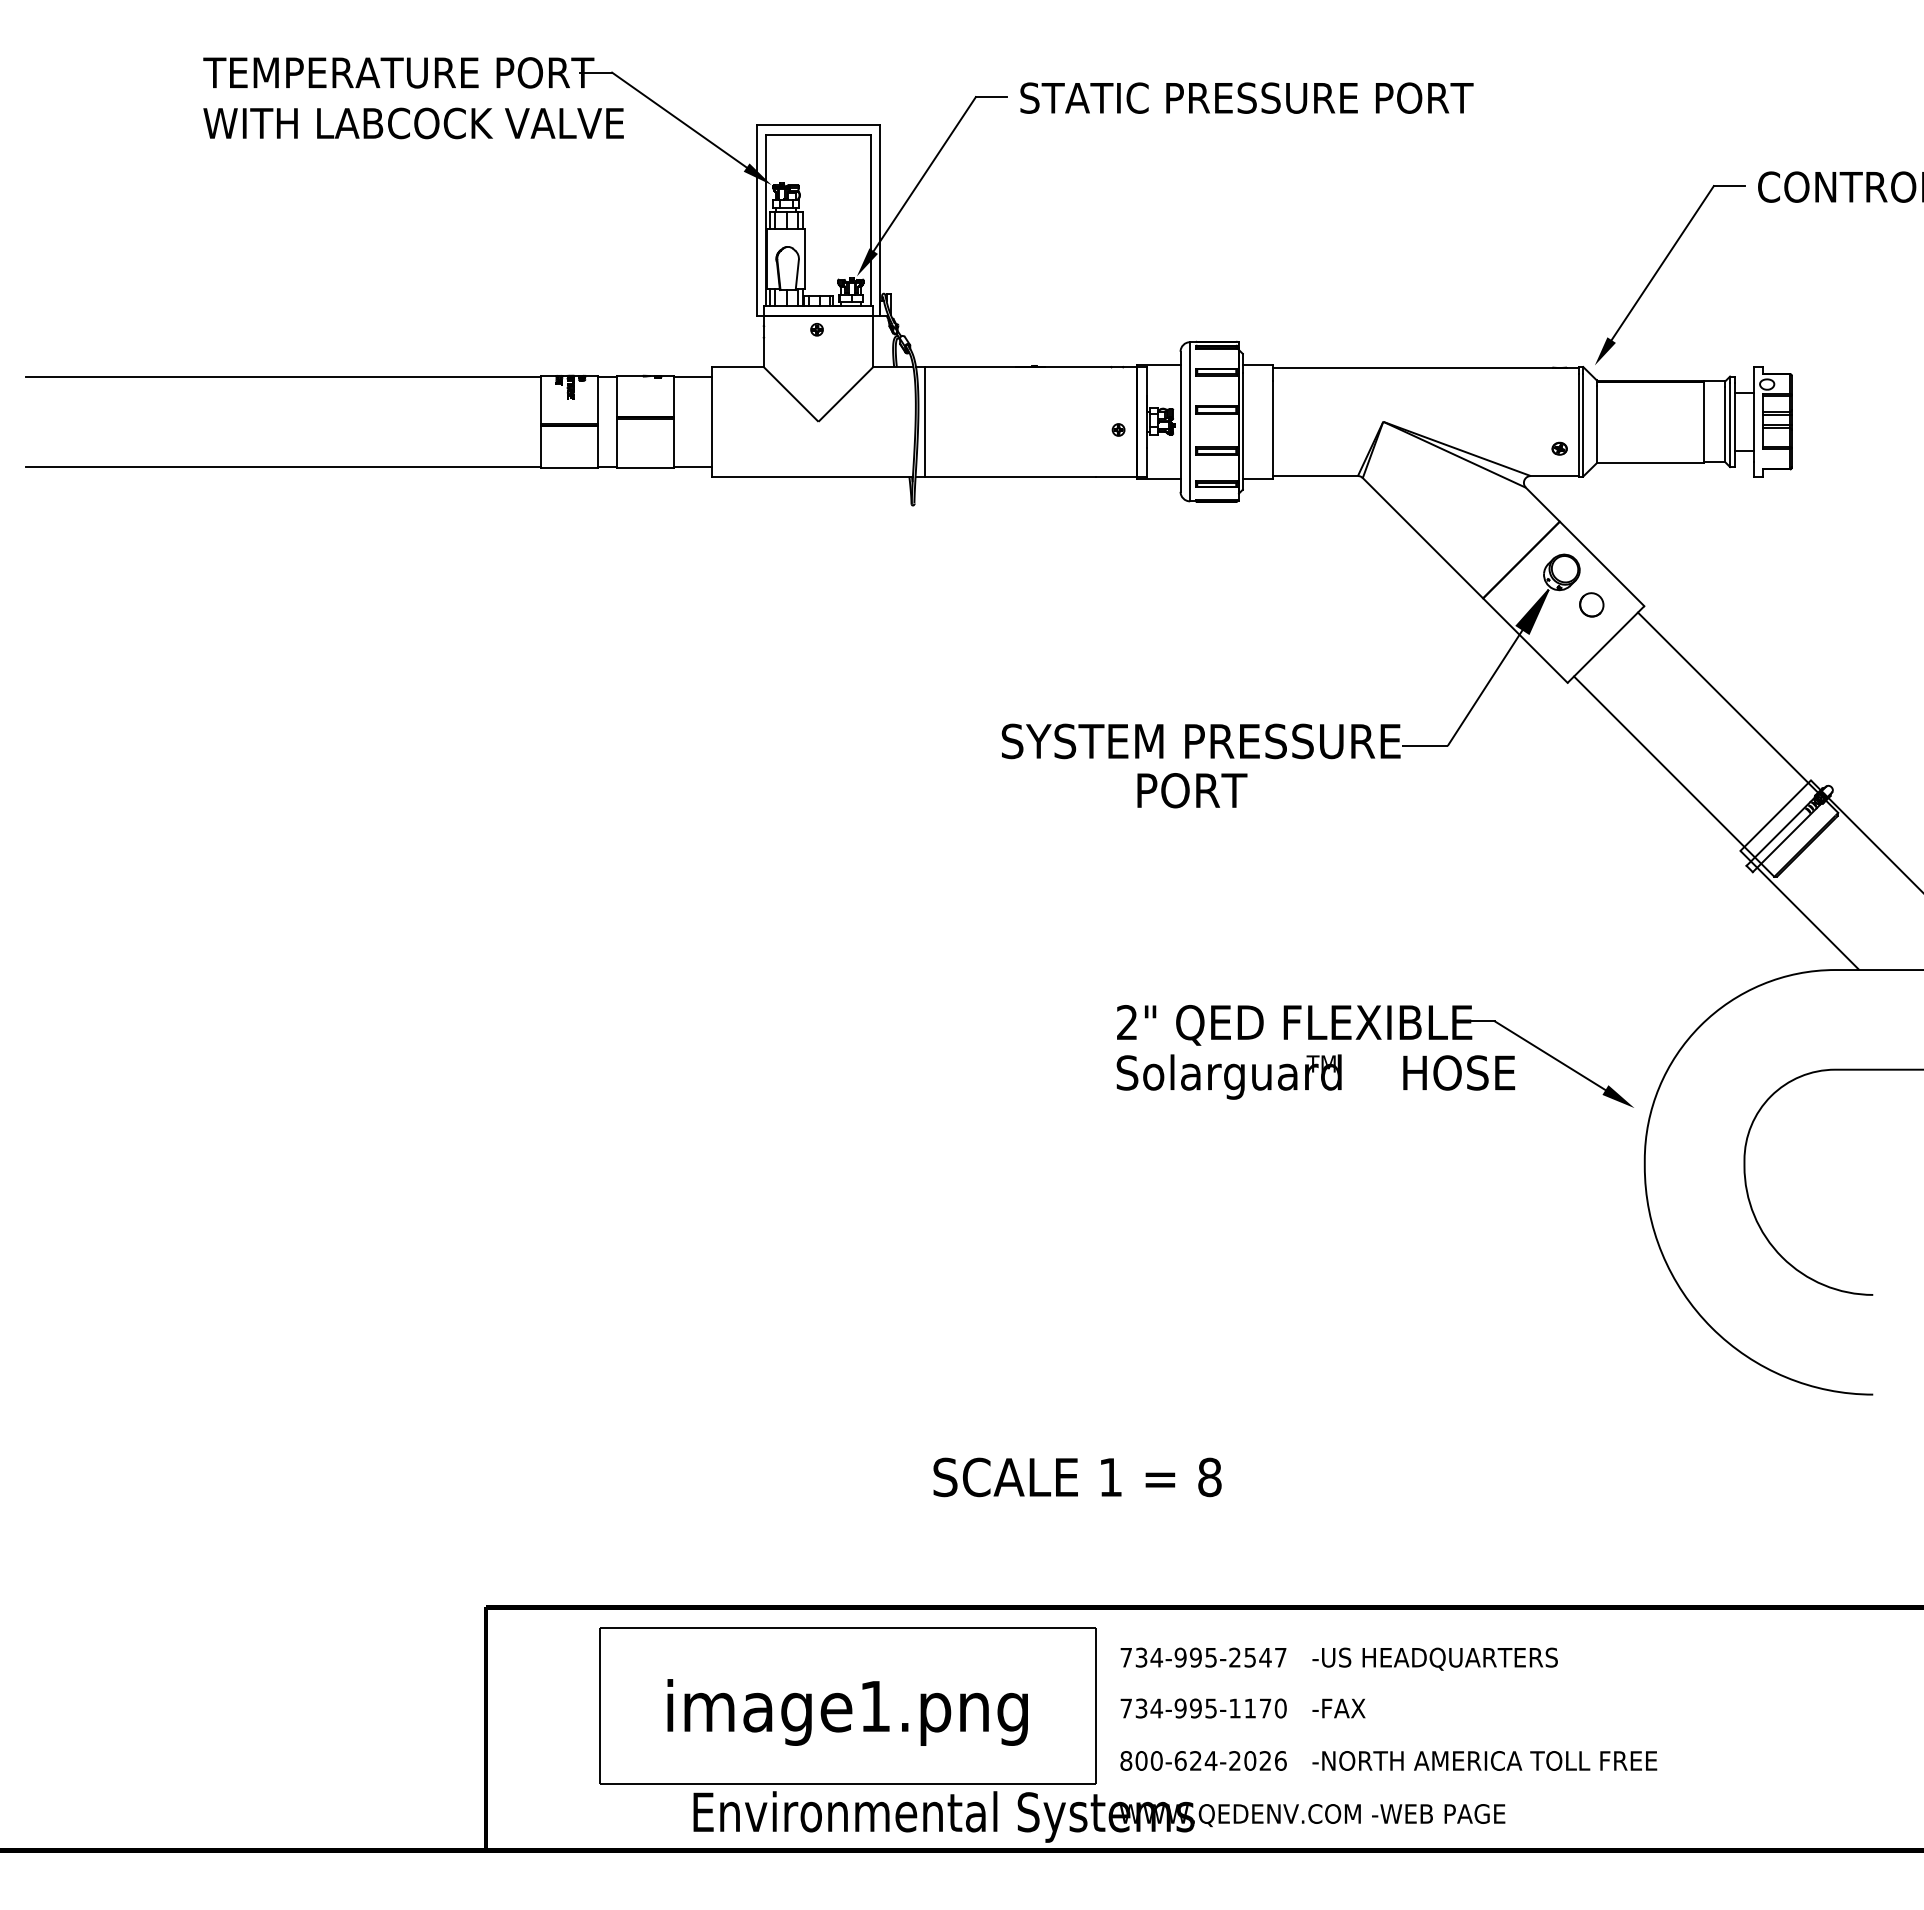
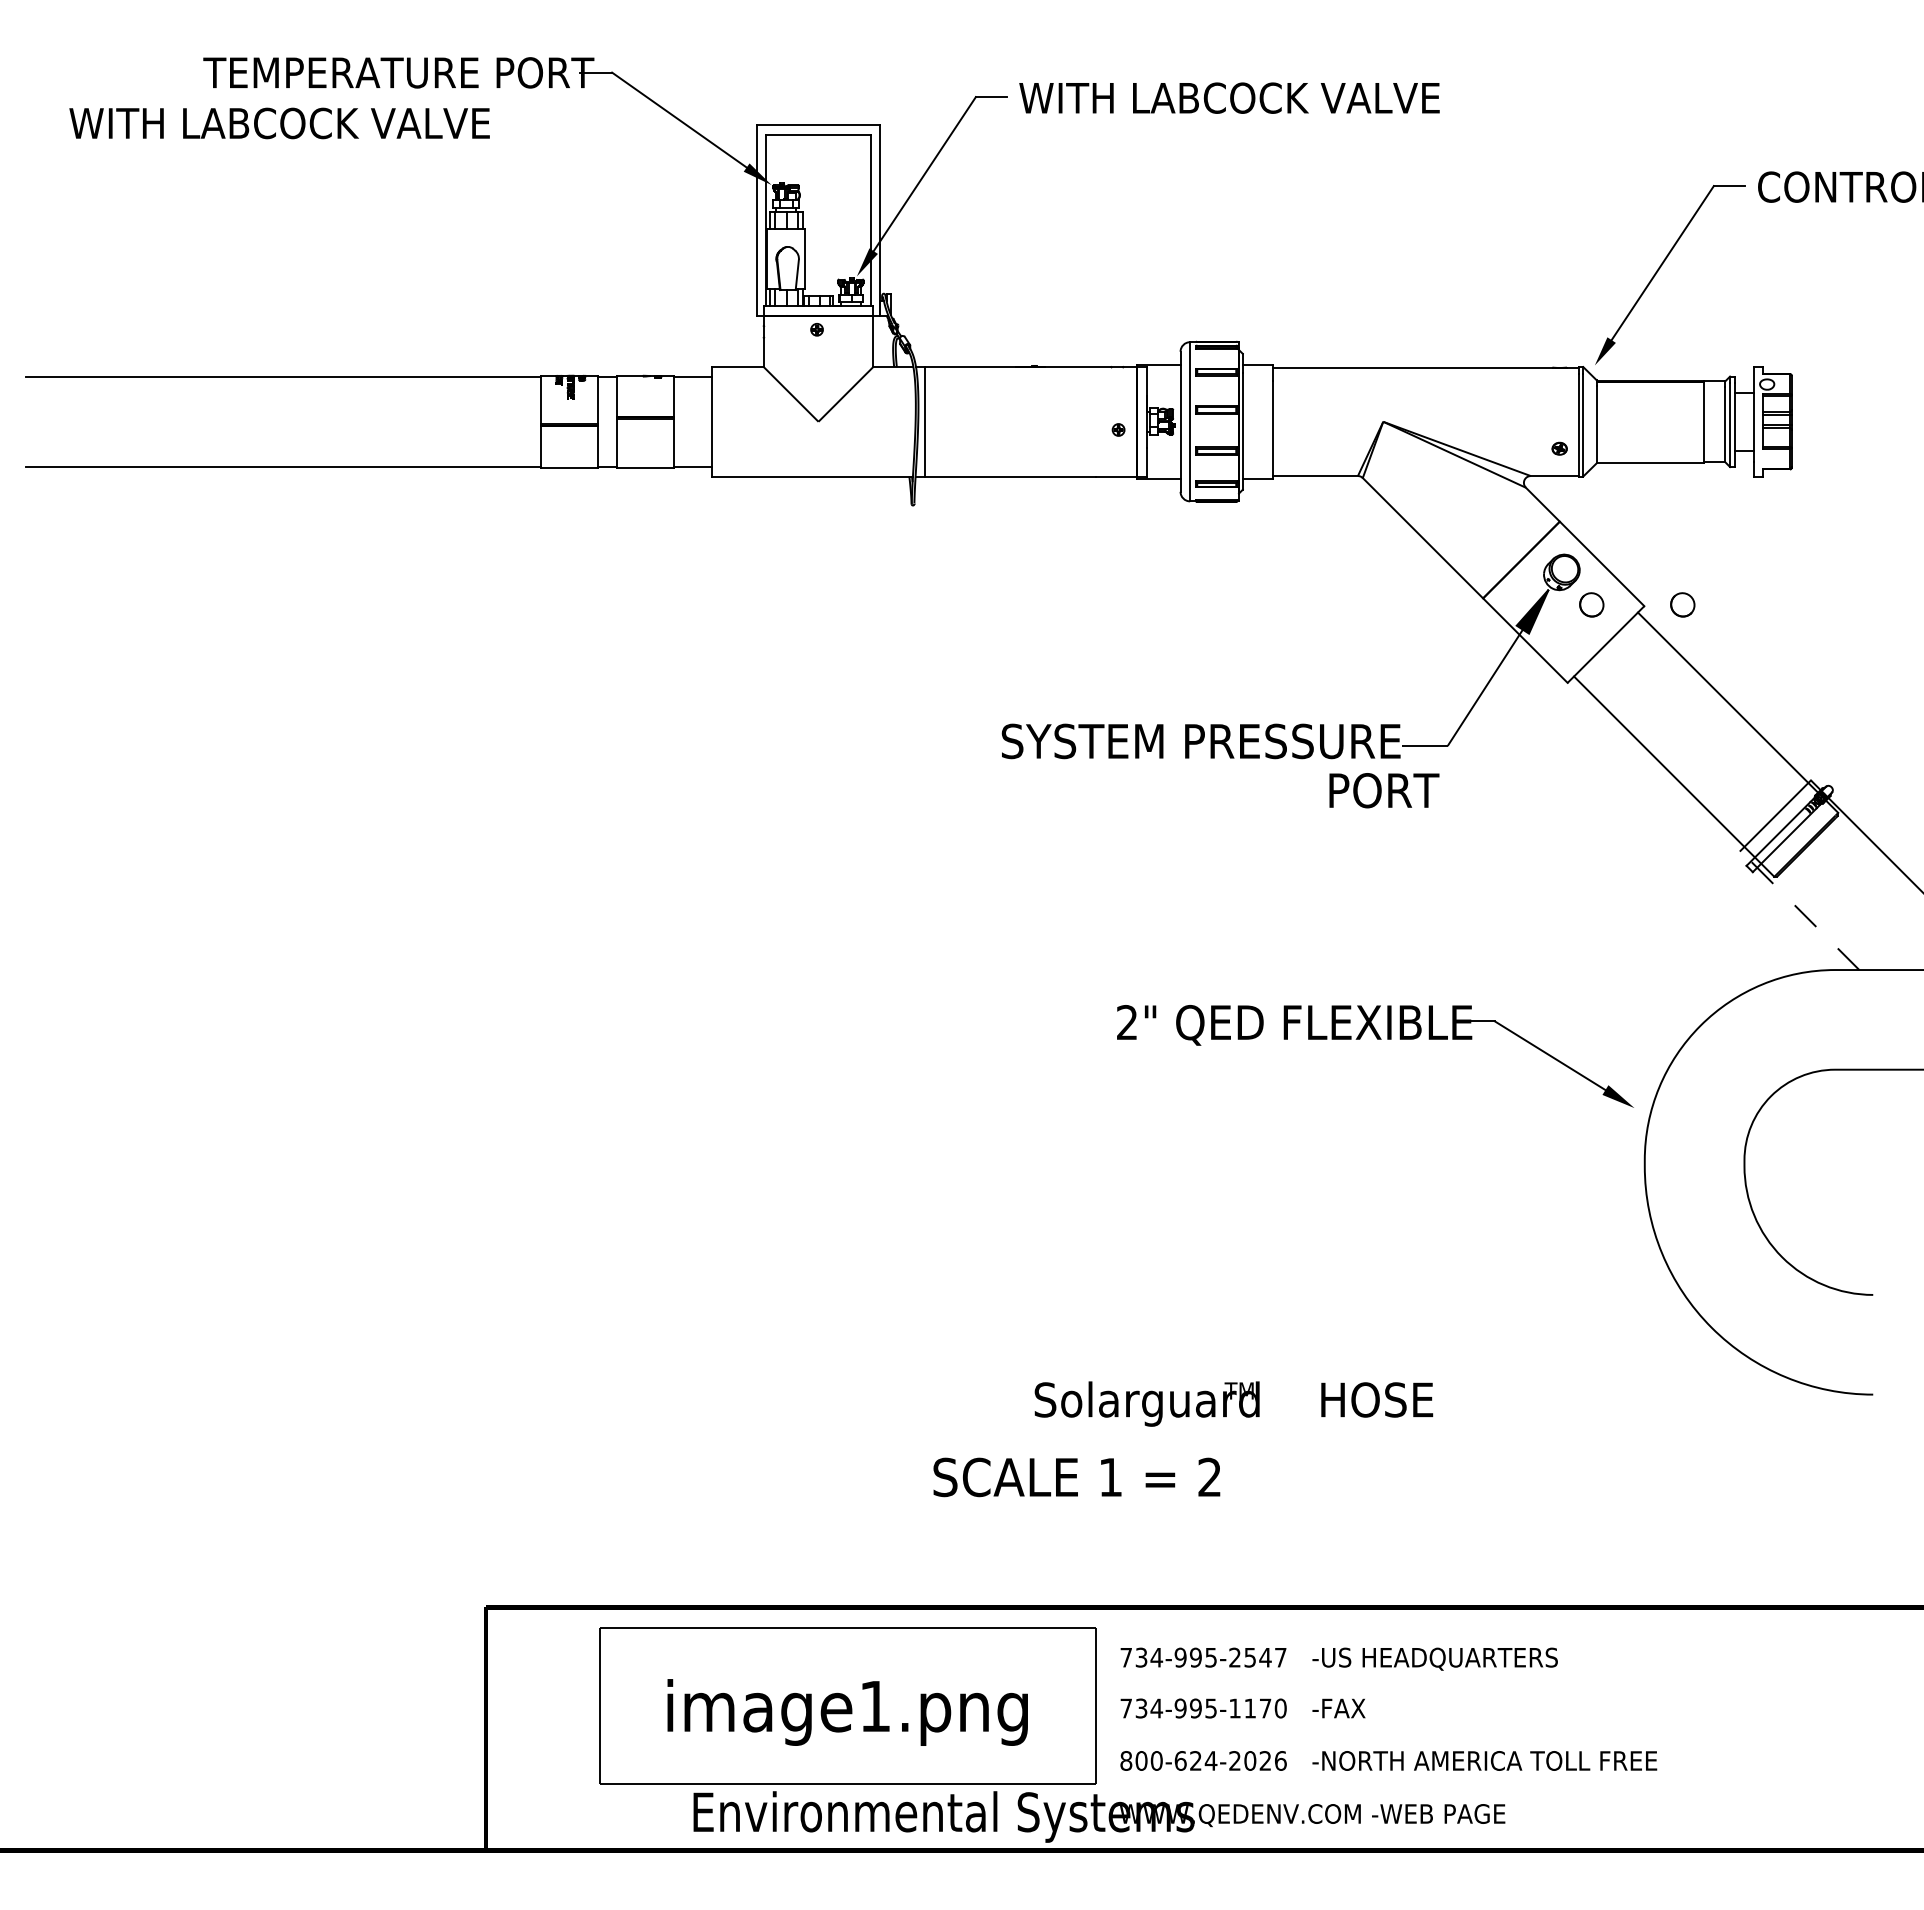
text at (1246, 97): STATIC PRESSURE PORT -> WITH LABCOCK VALVE
text at (413, 123) position: (413, 123) -> (279, 123)
part at (1682, 604): none -> present
text at (1192, 790) position: (1192, 790) -> (1384, 790)
line at (1799, 910): solid -> dashed
text at (1315, 1076) position: (1315, 1076) -> (1233, 1403)
text at (1209, 1477): 8 -> 2
